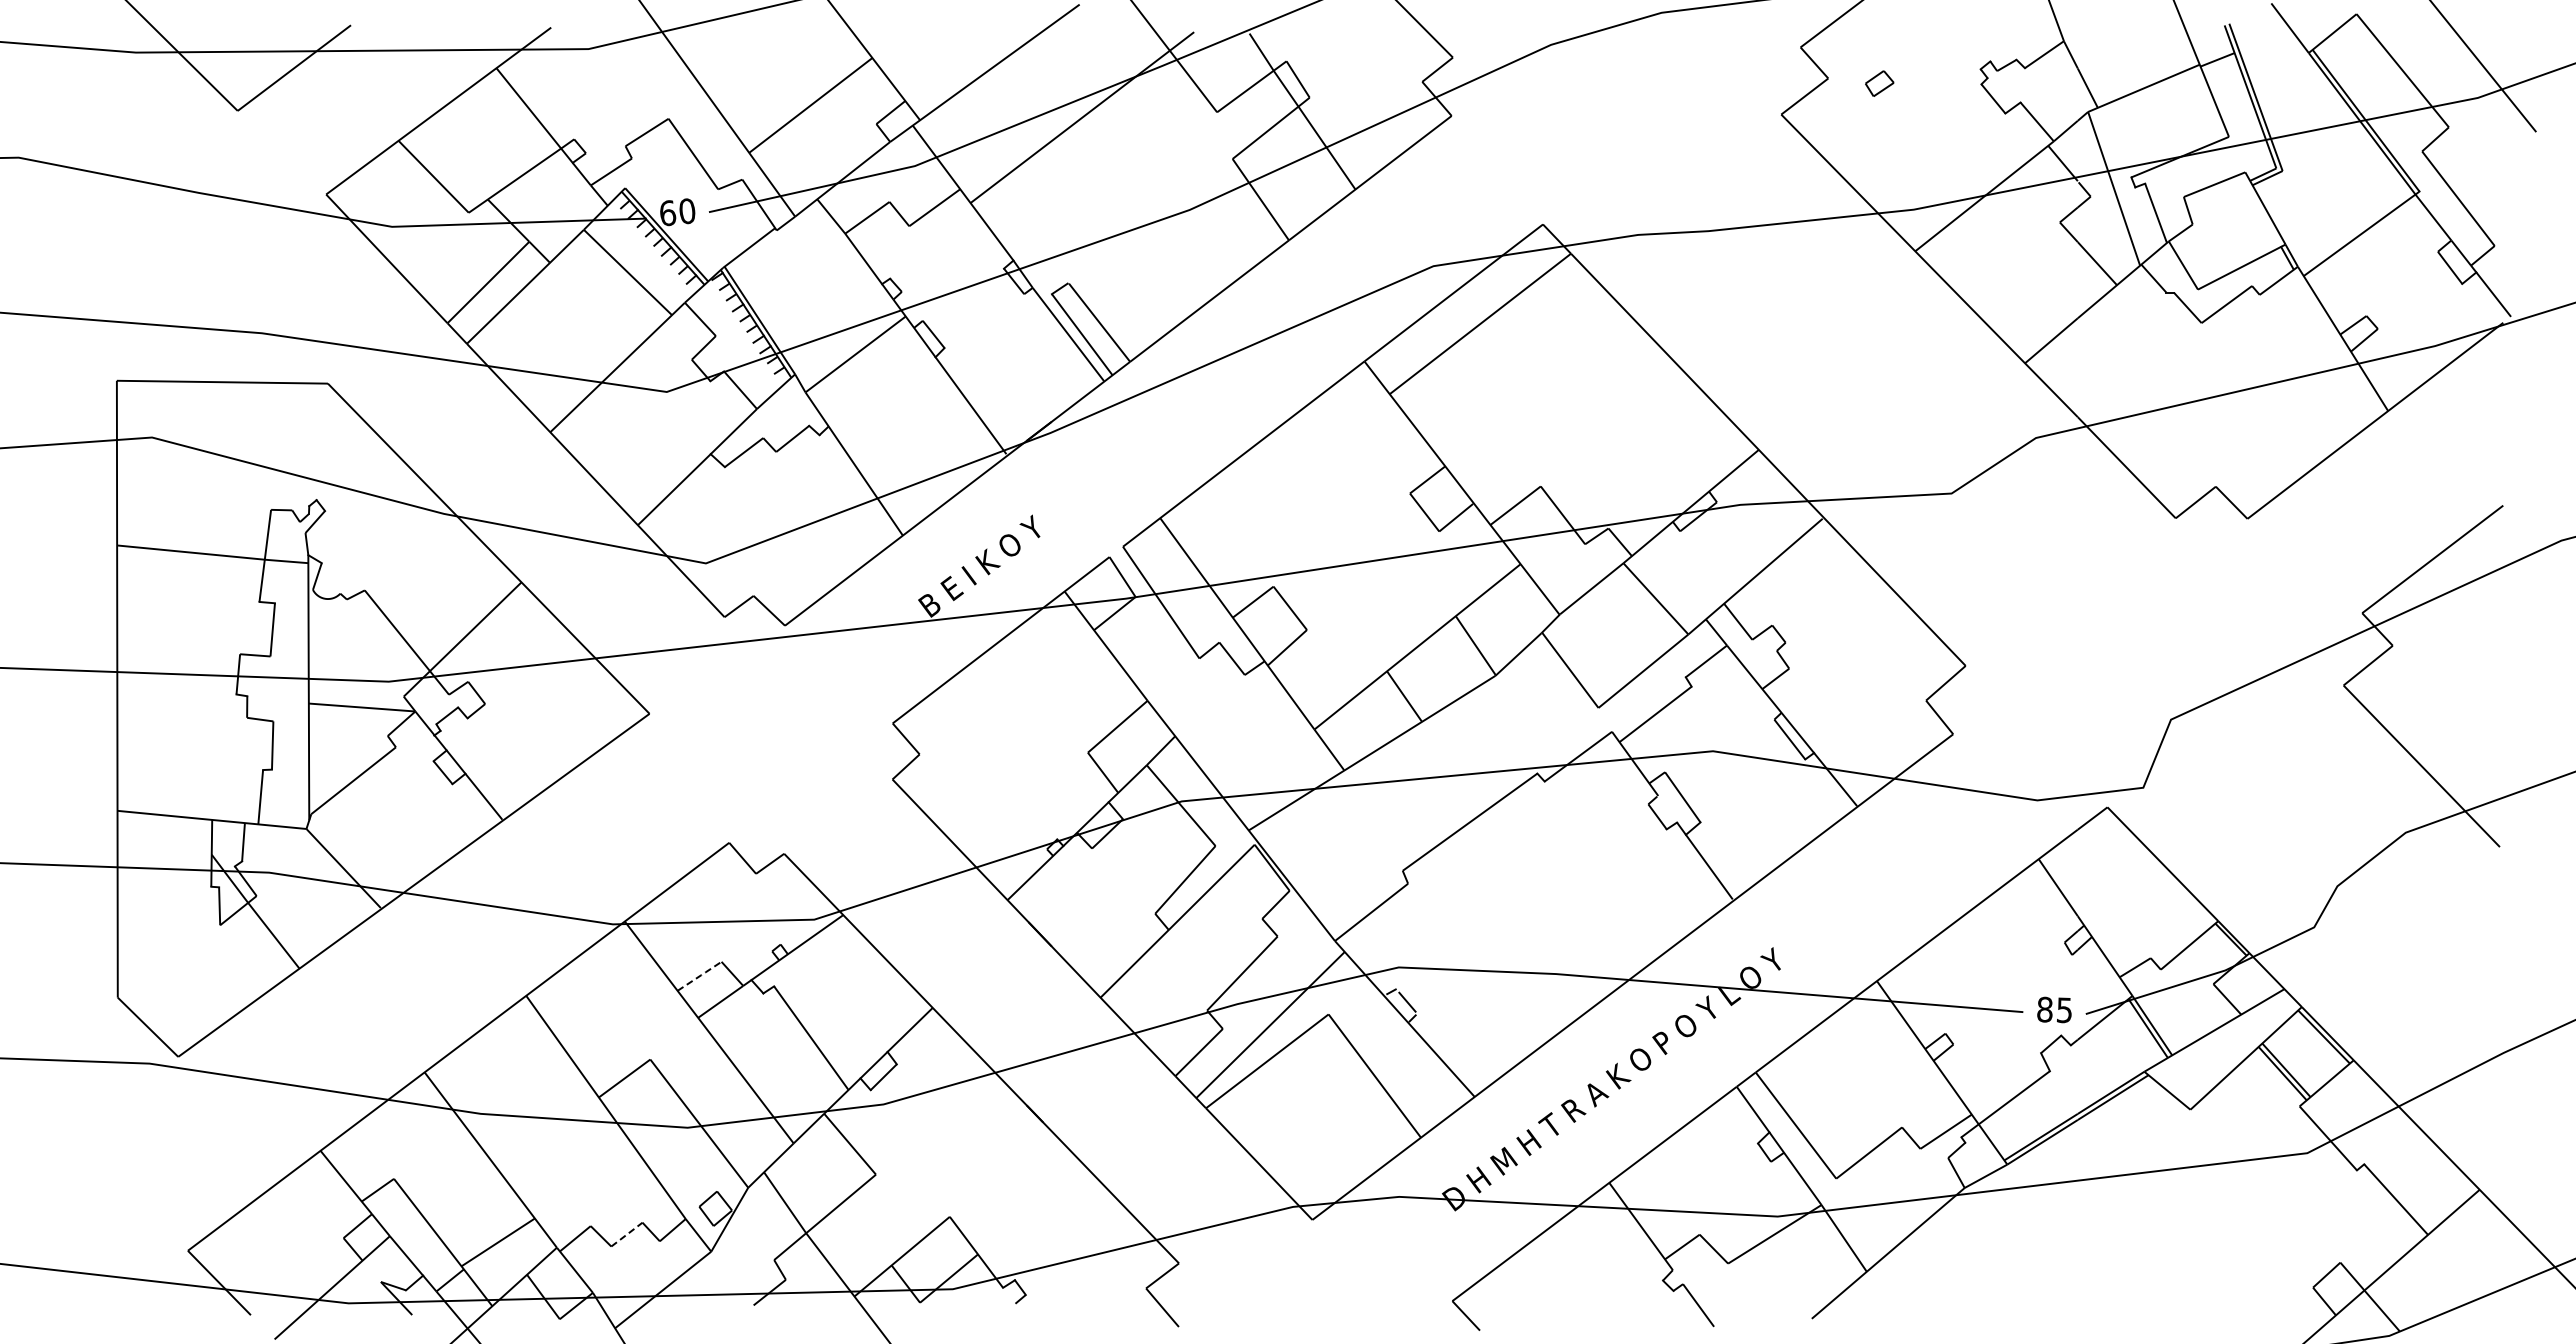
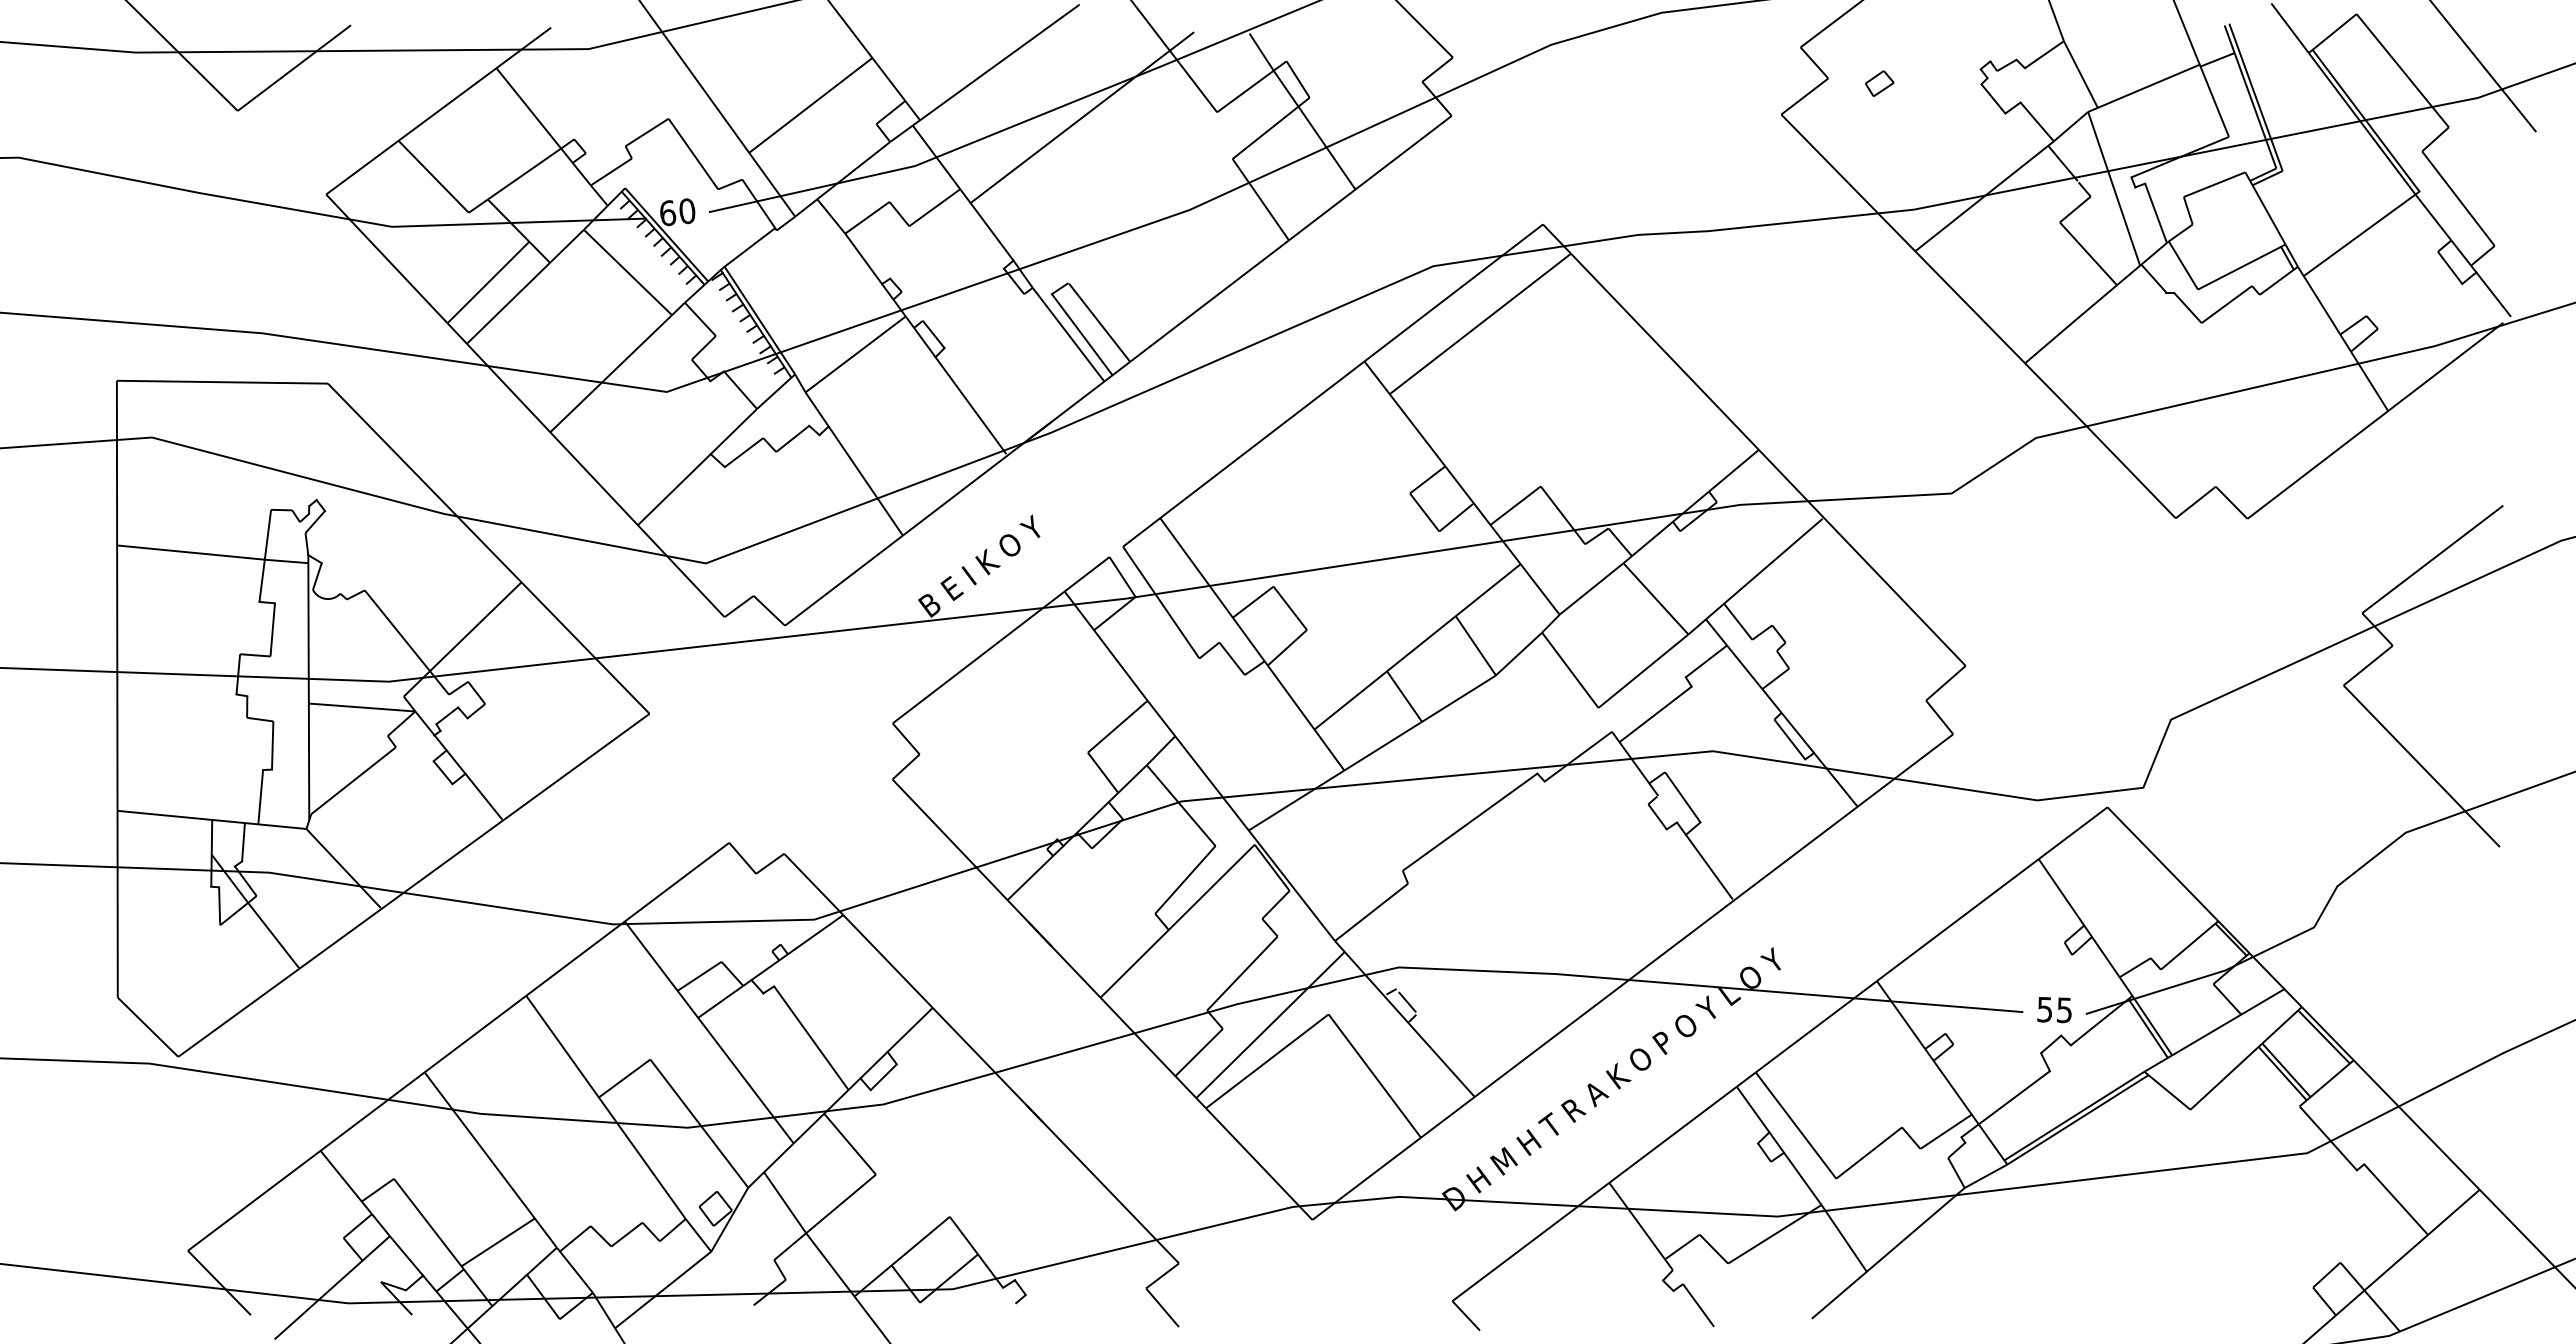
line at (700, 975): dashed -> solid
text at (2044, 1009): 85 -> 55
line at (627, 1234): dashed -> solid
